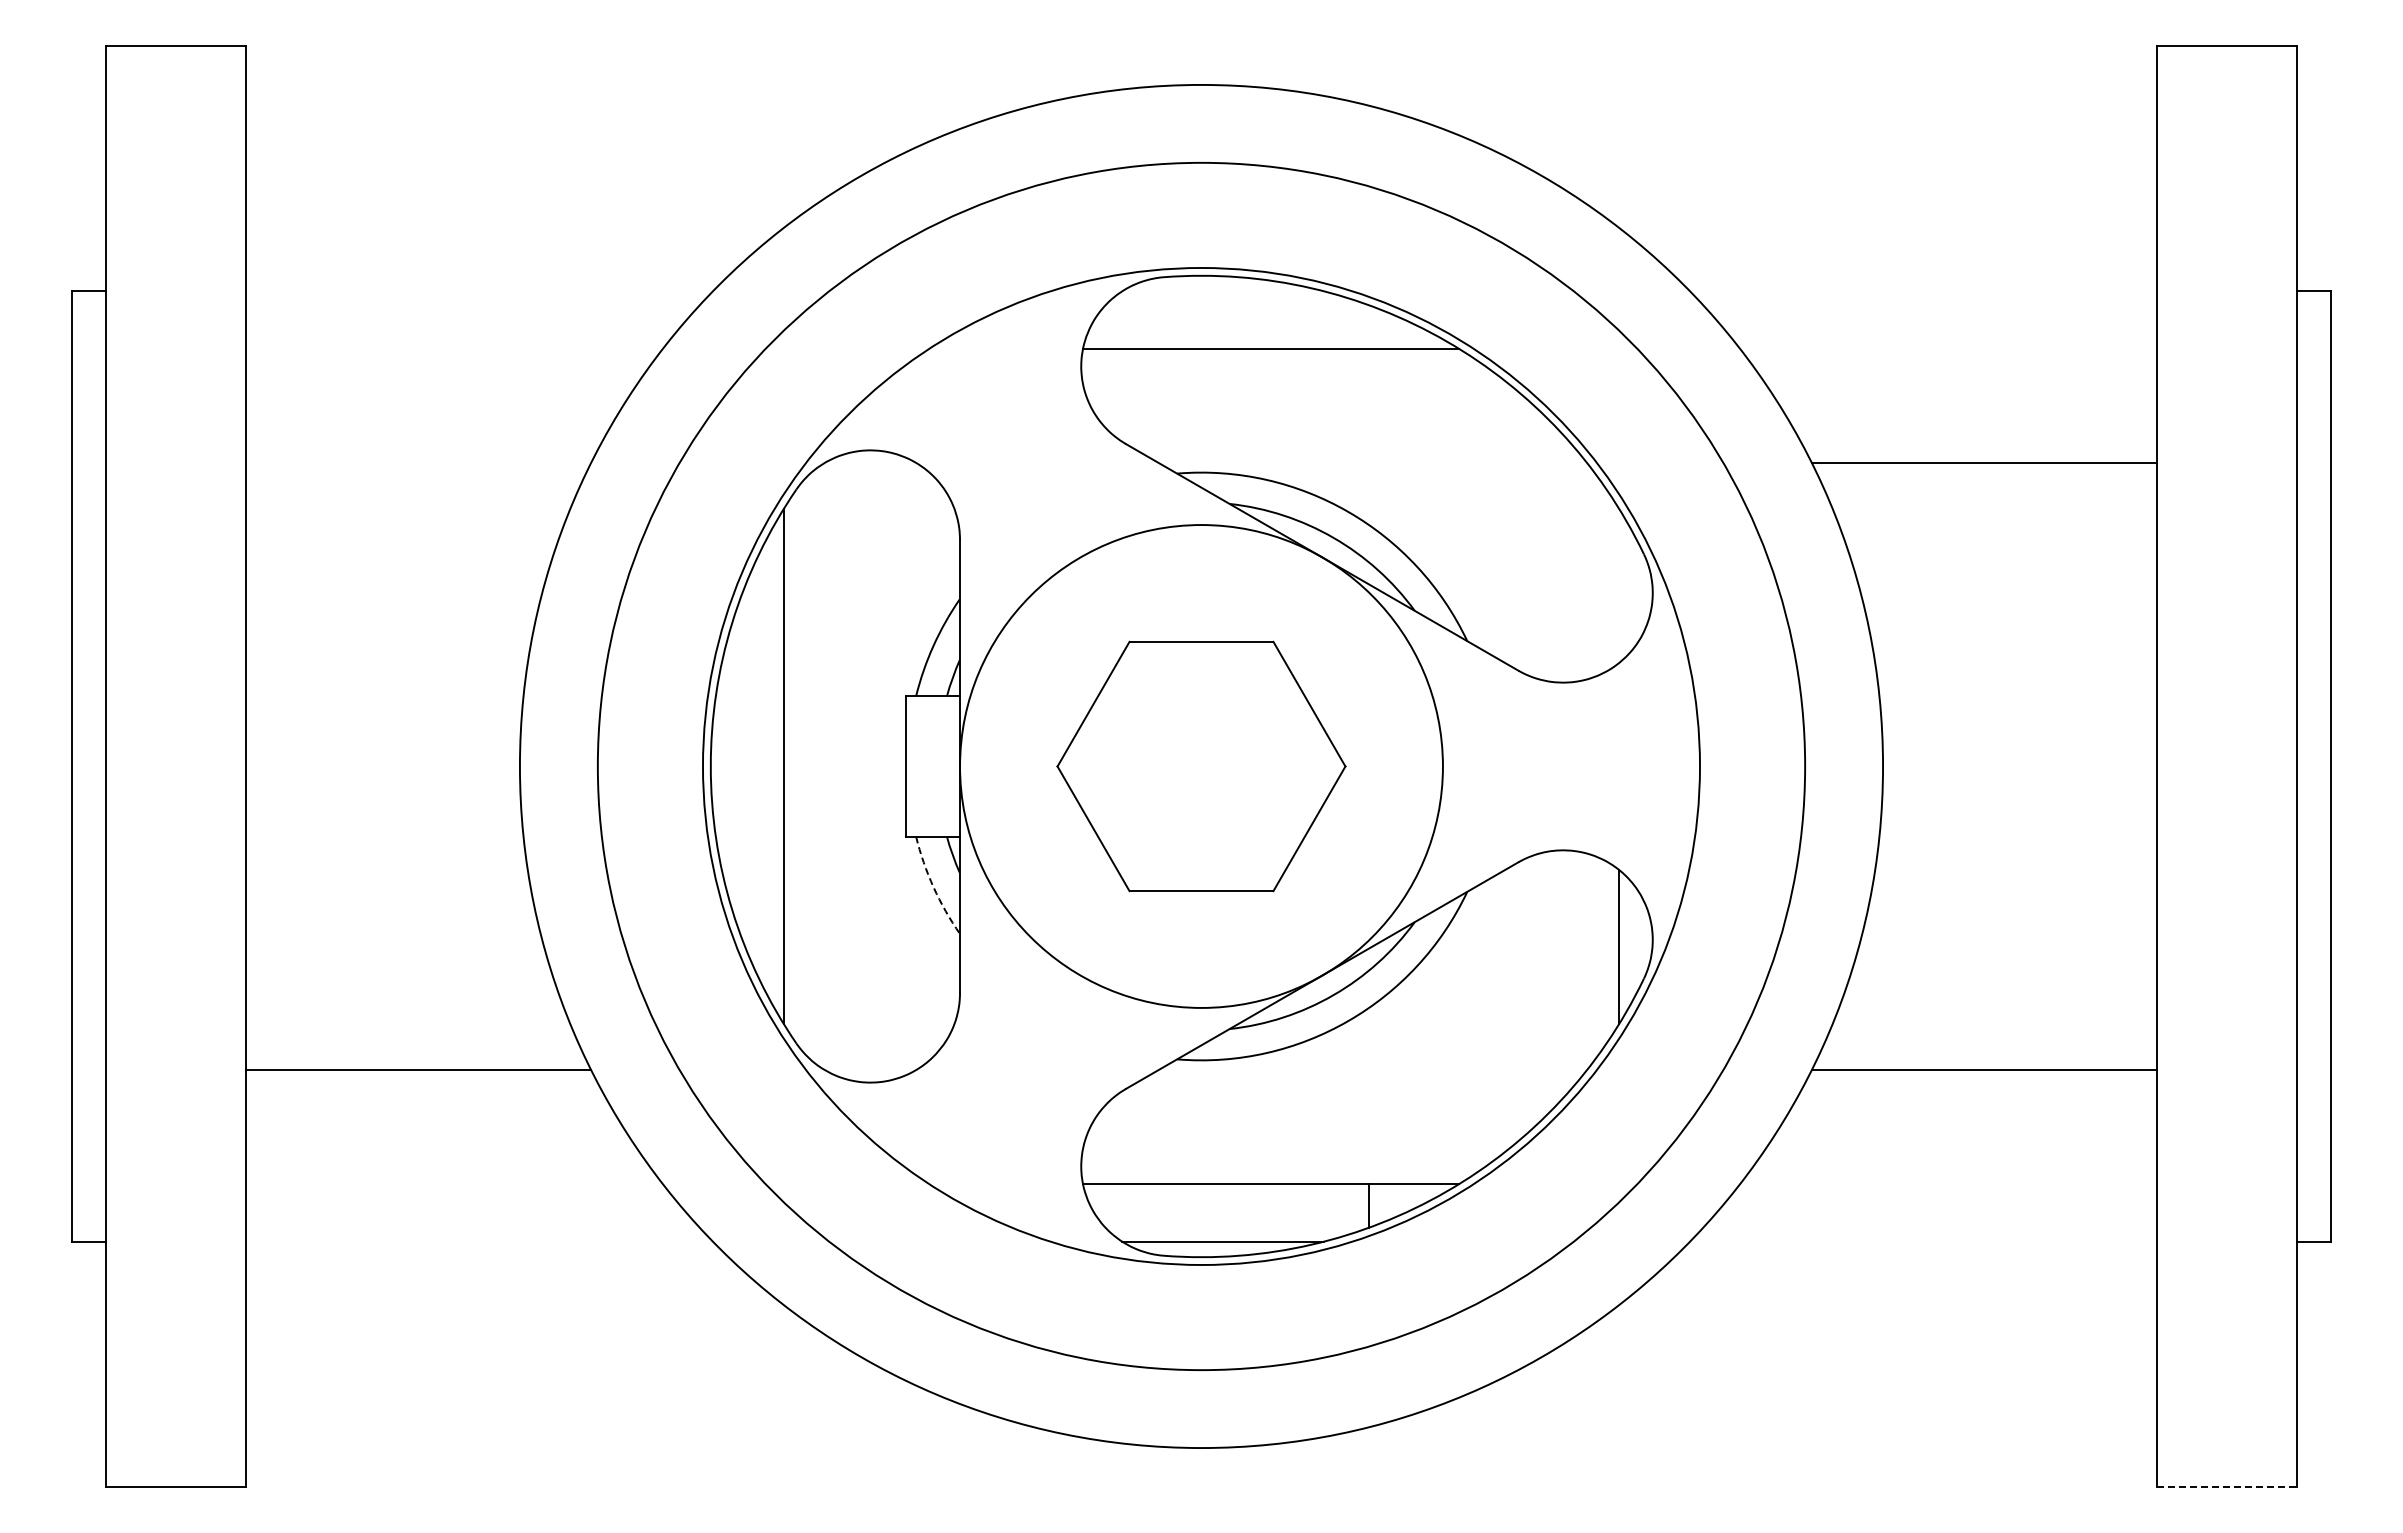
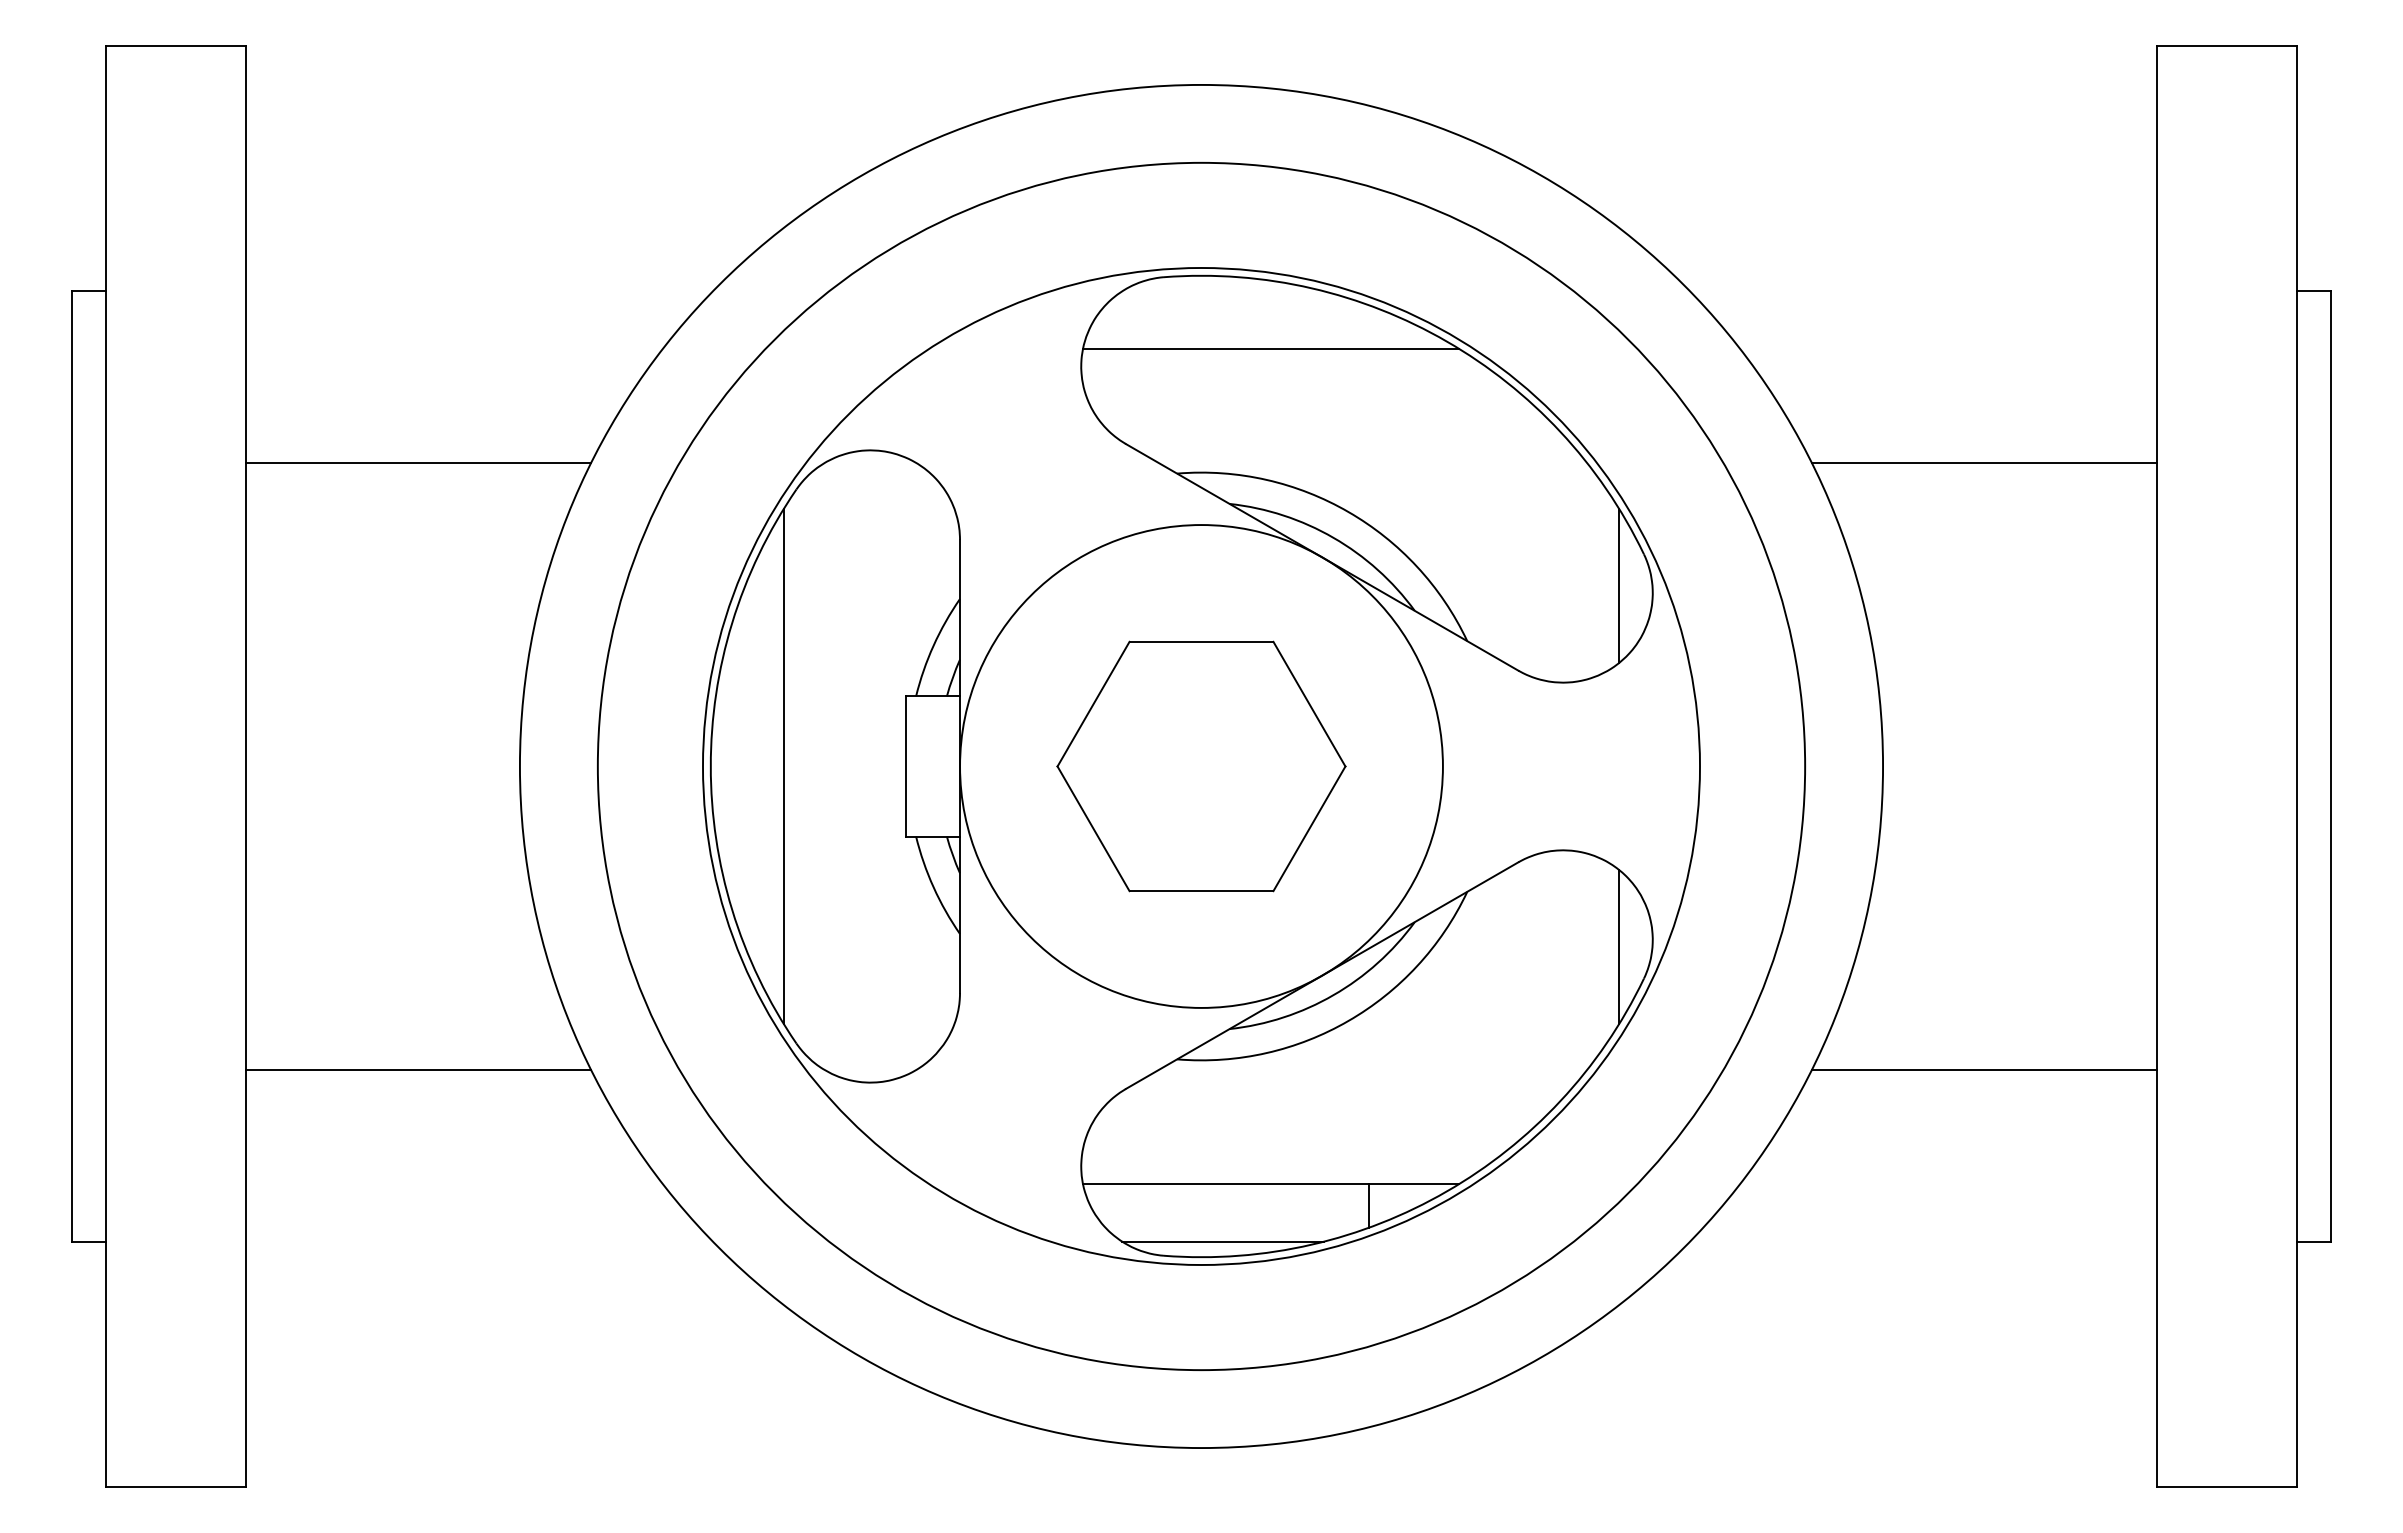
line at (418, 462): none -> present
line at (1619, 585): none -> present
arc at (933, 887): dashed -> solid
line at (2227, 1486): dashed -> solid
